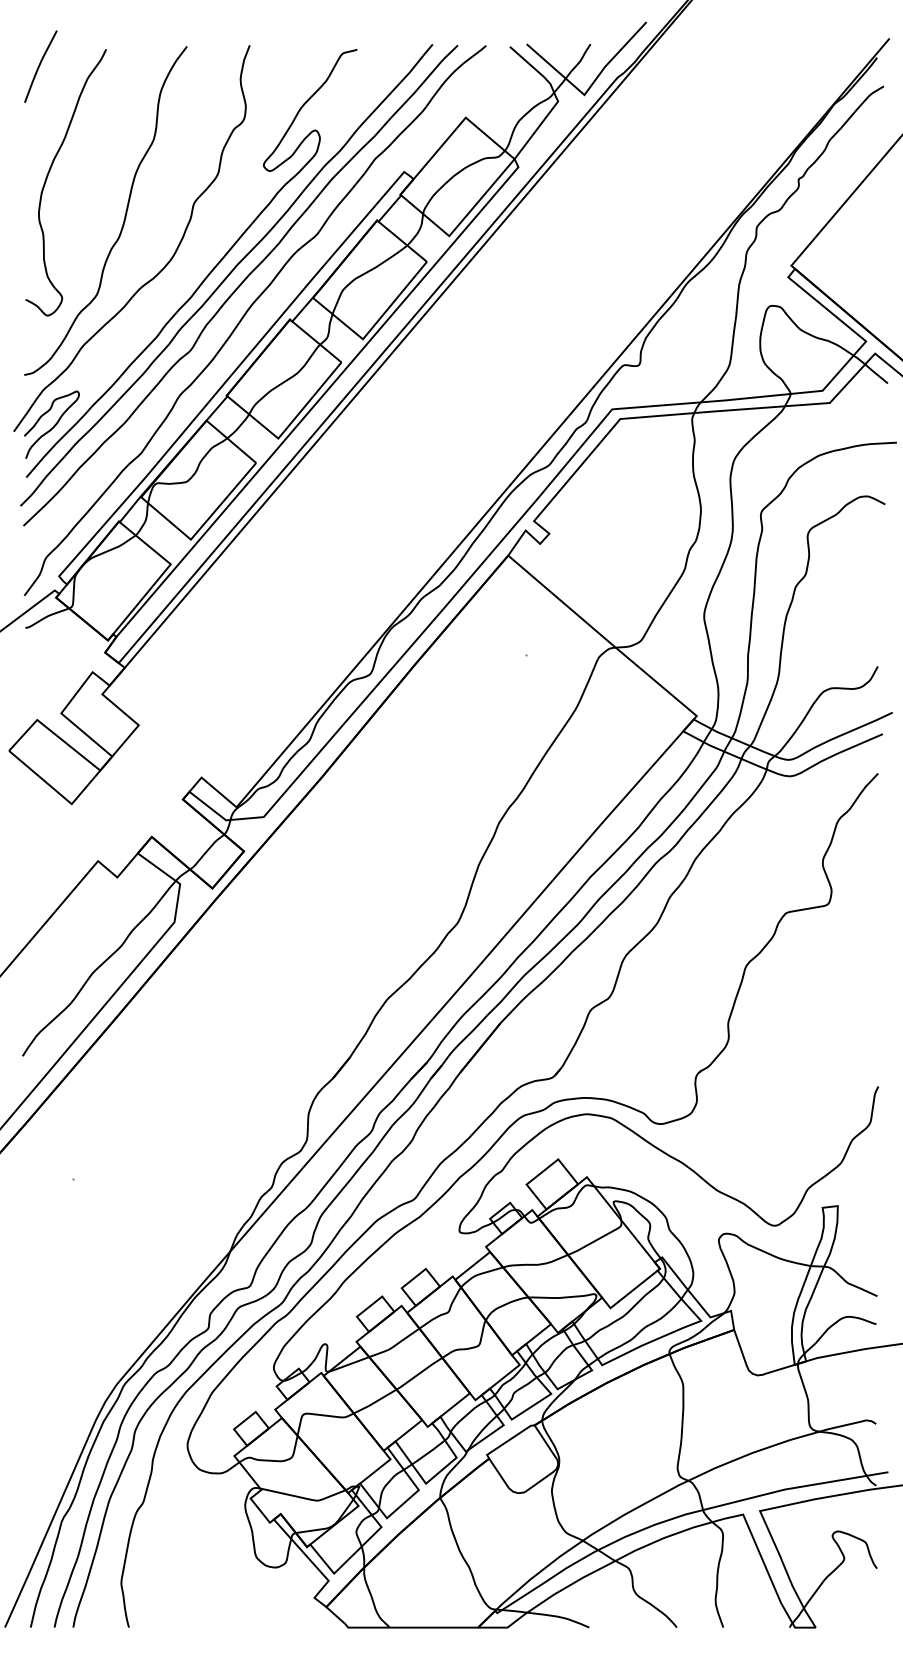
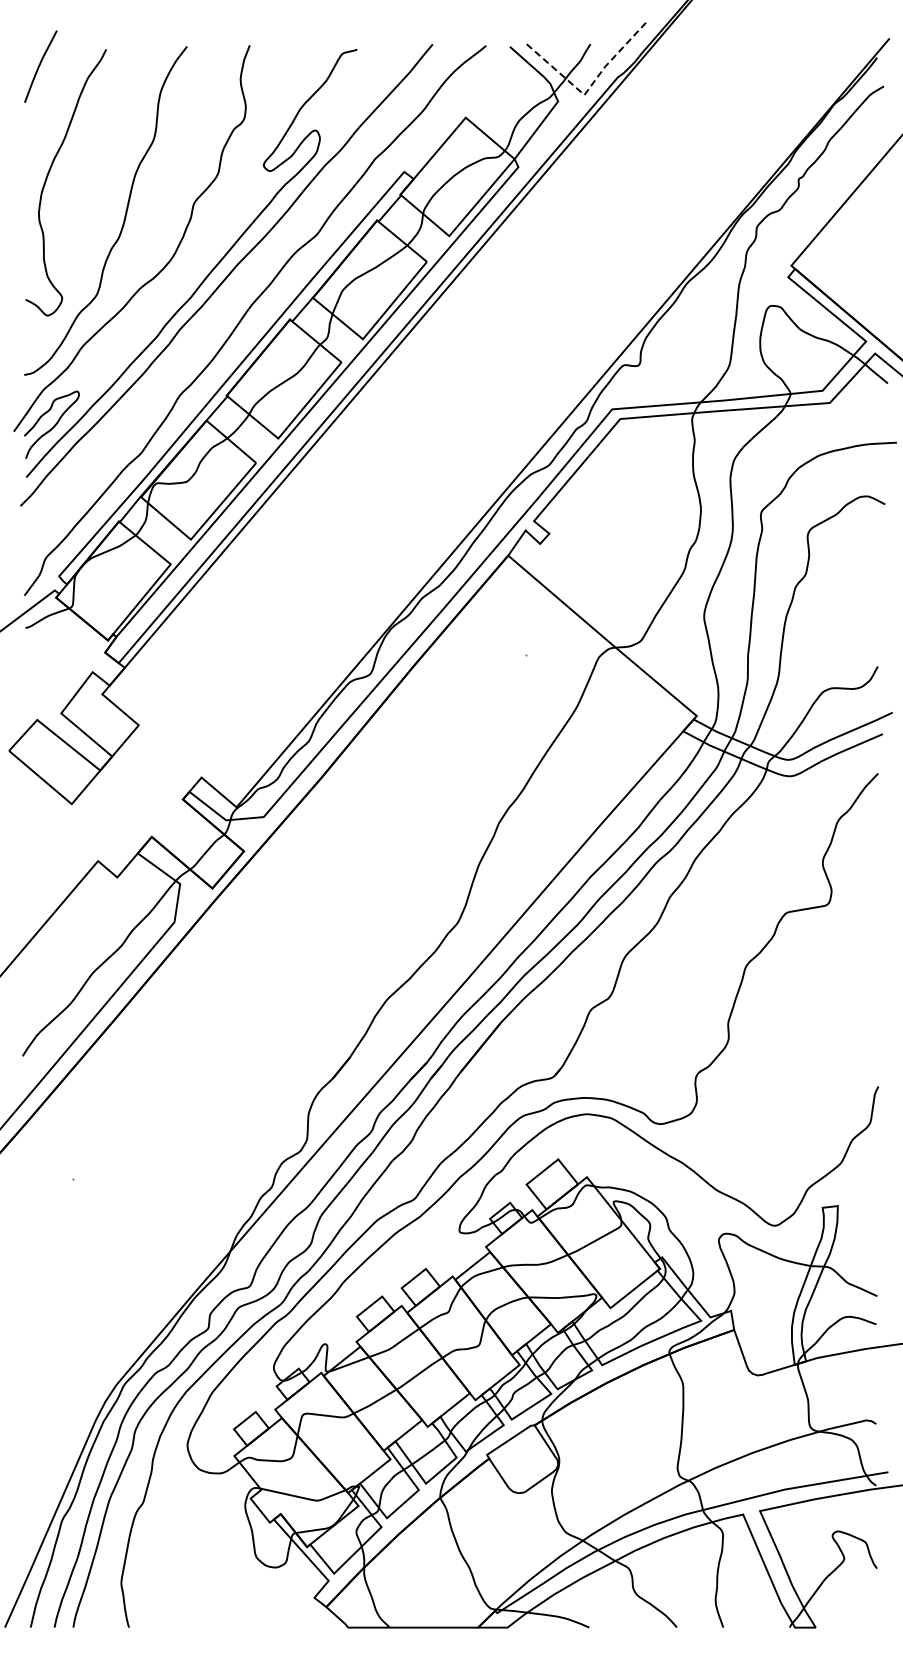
line at (590, 86): solid -> dashed
curve at (240, 285): present -> none
